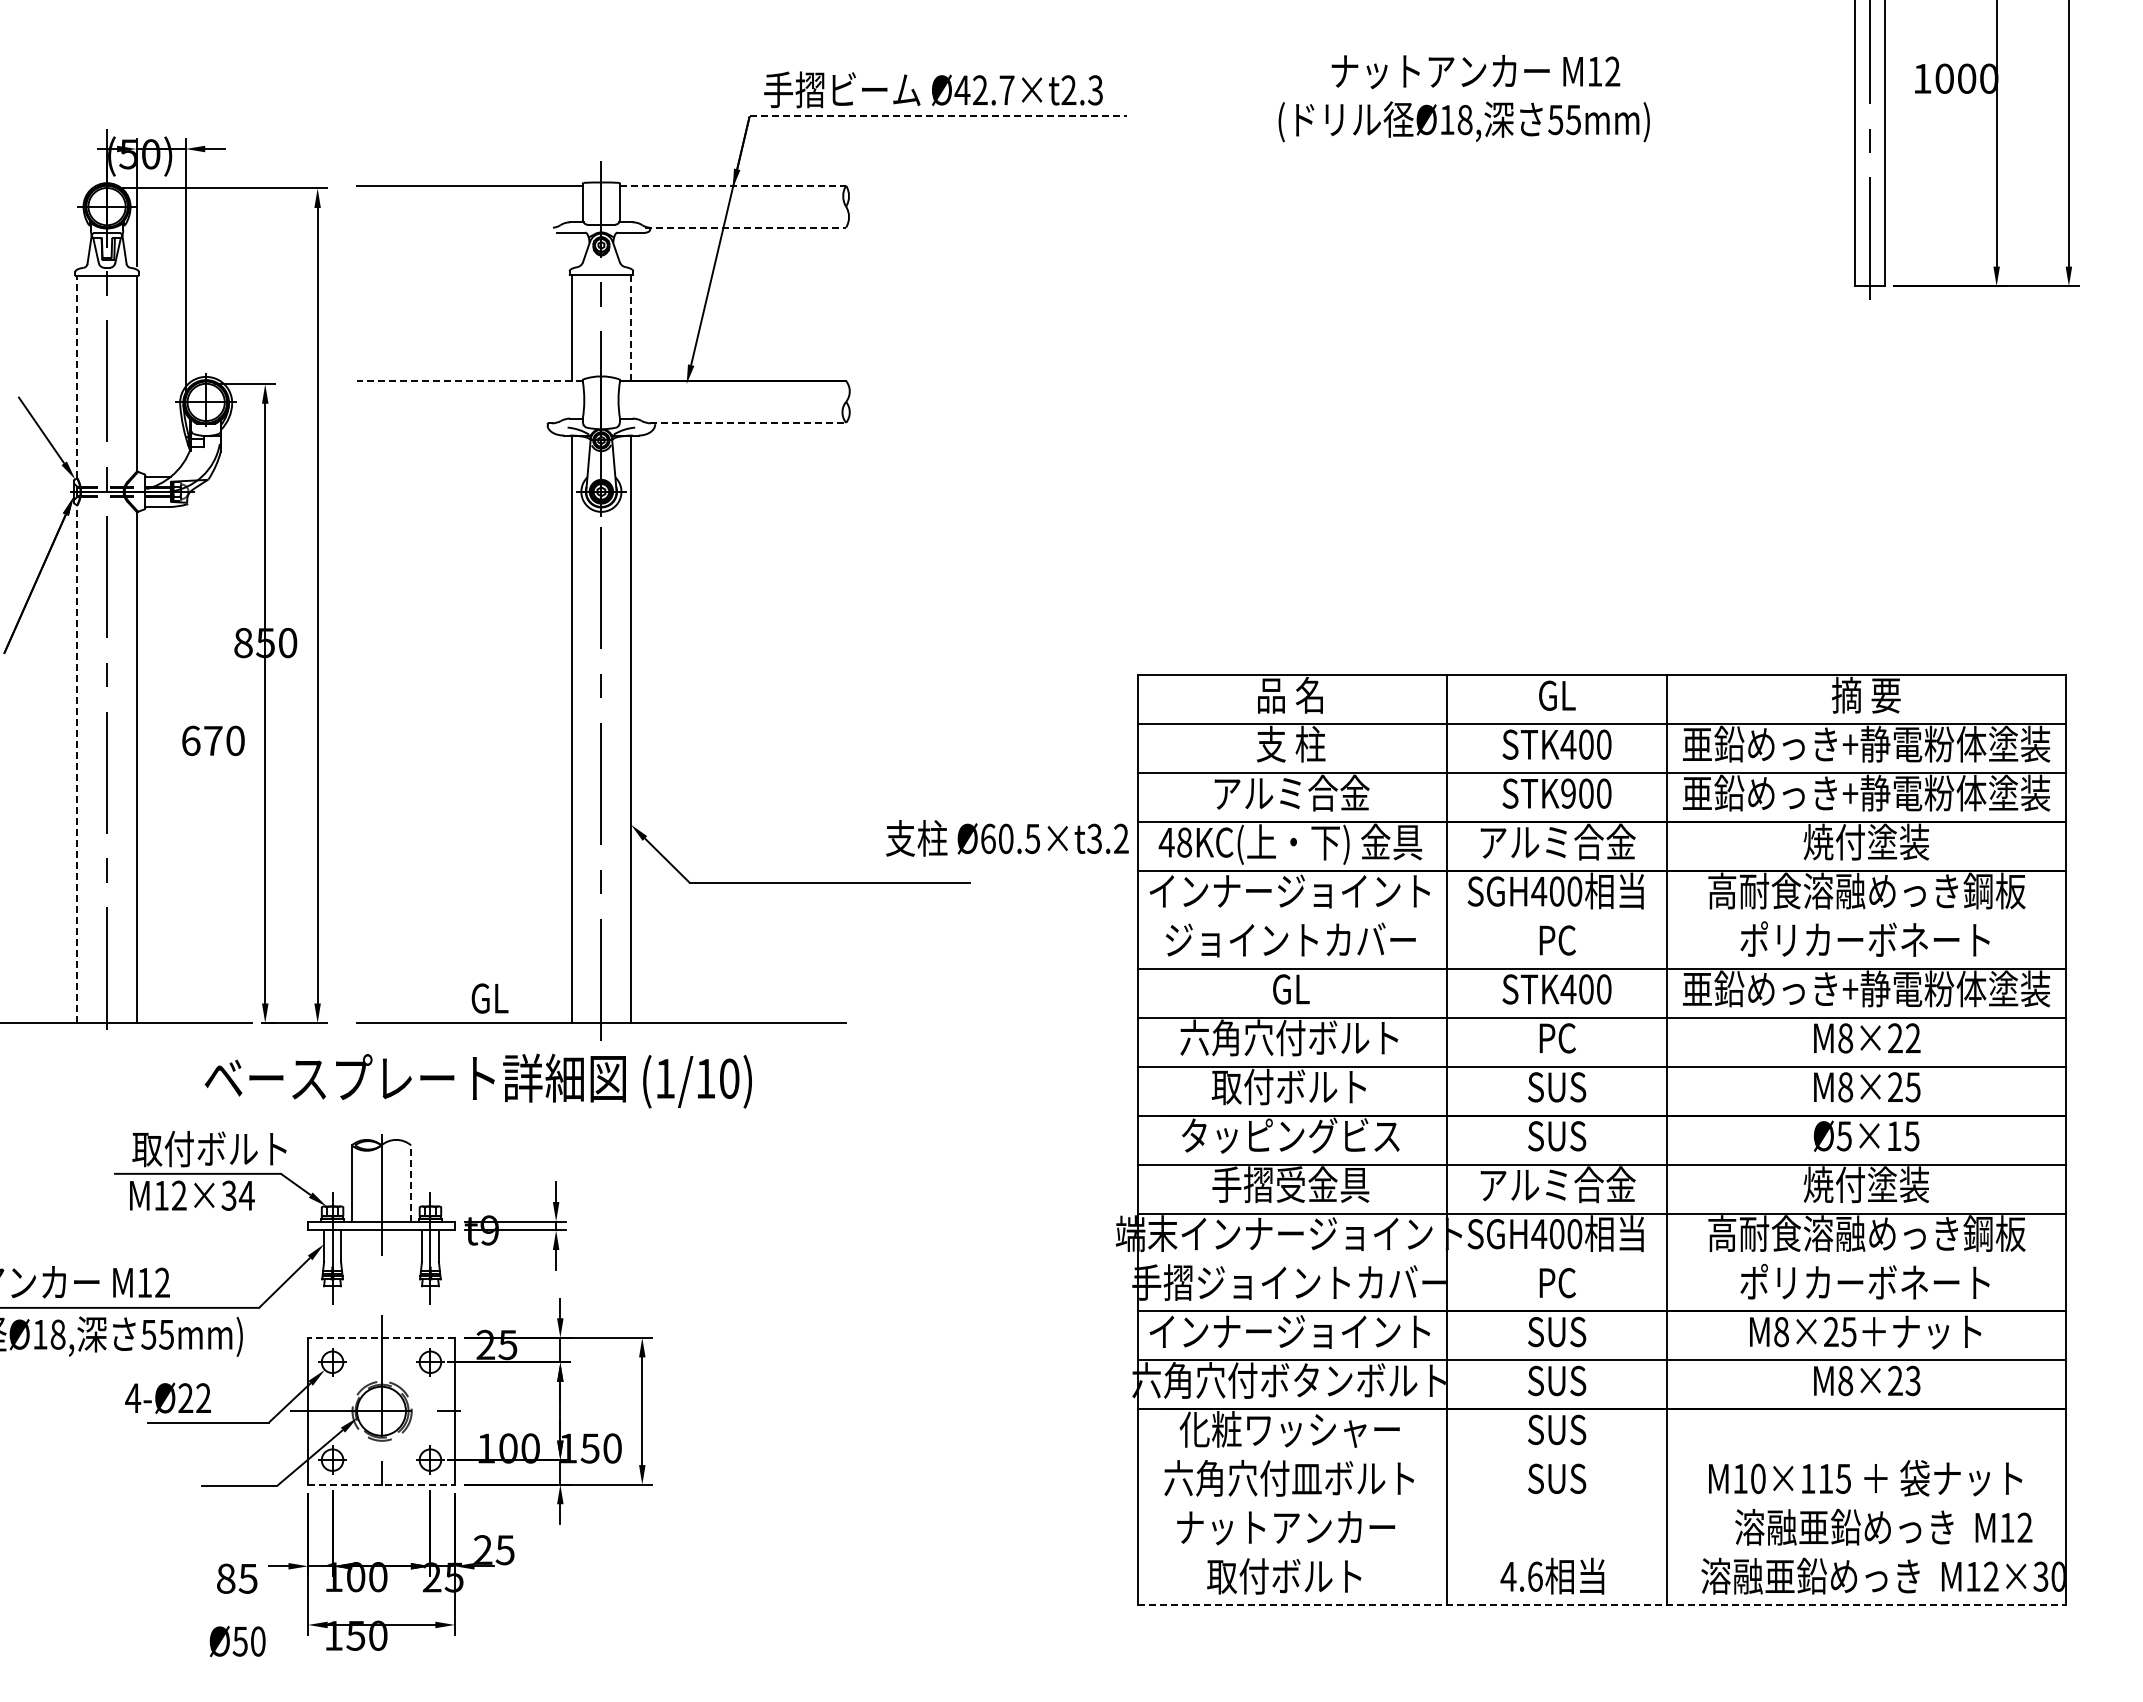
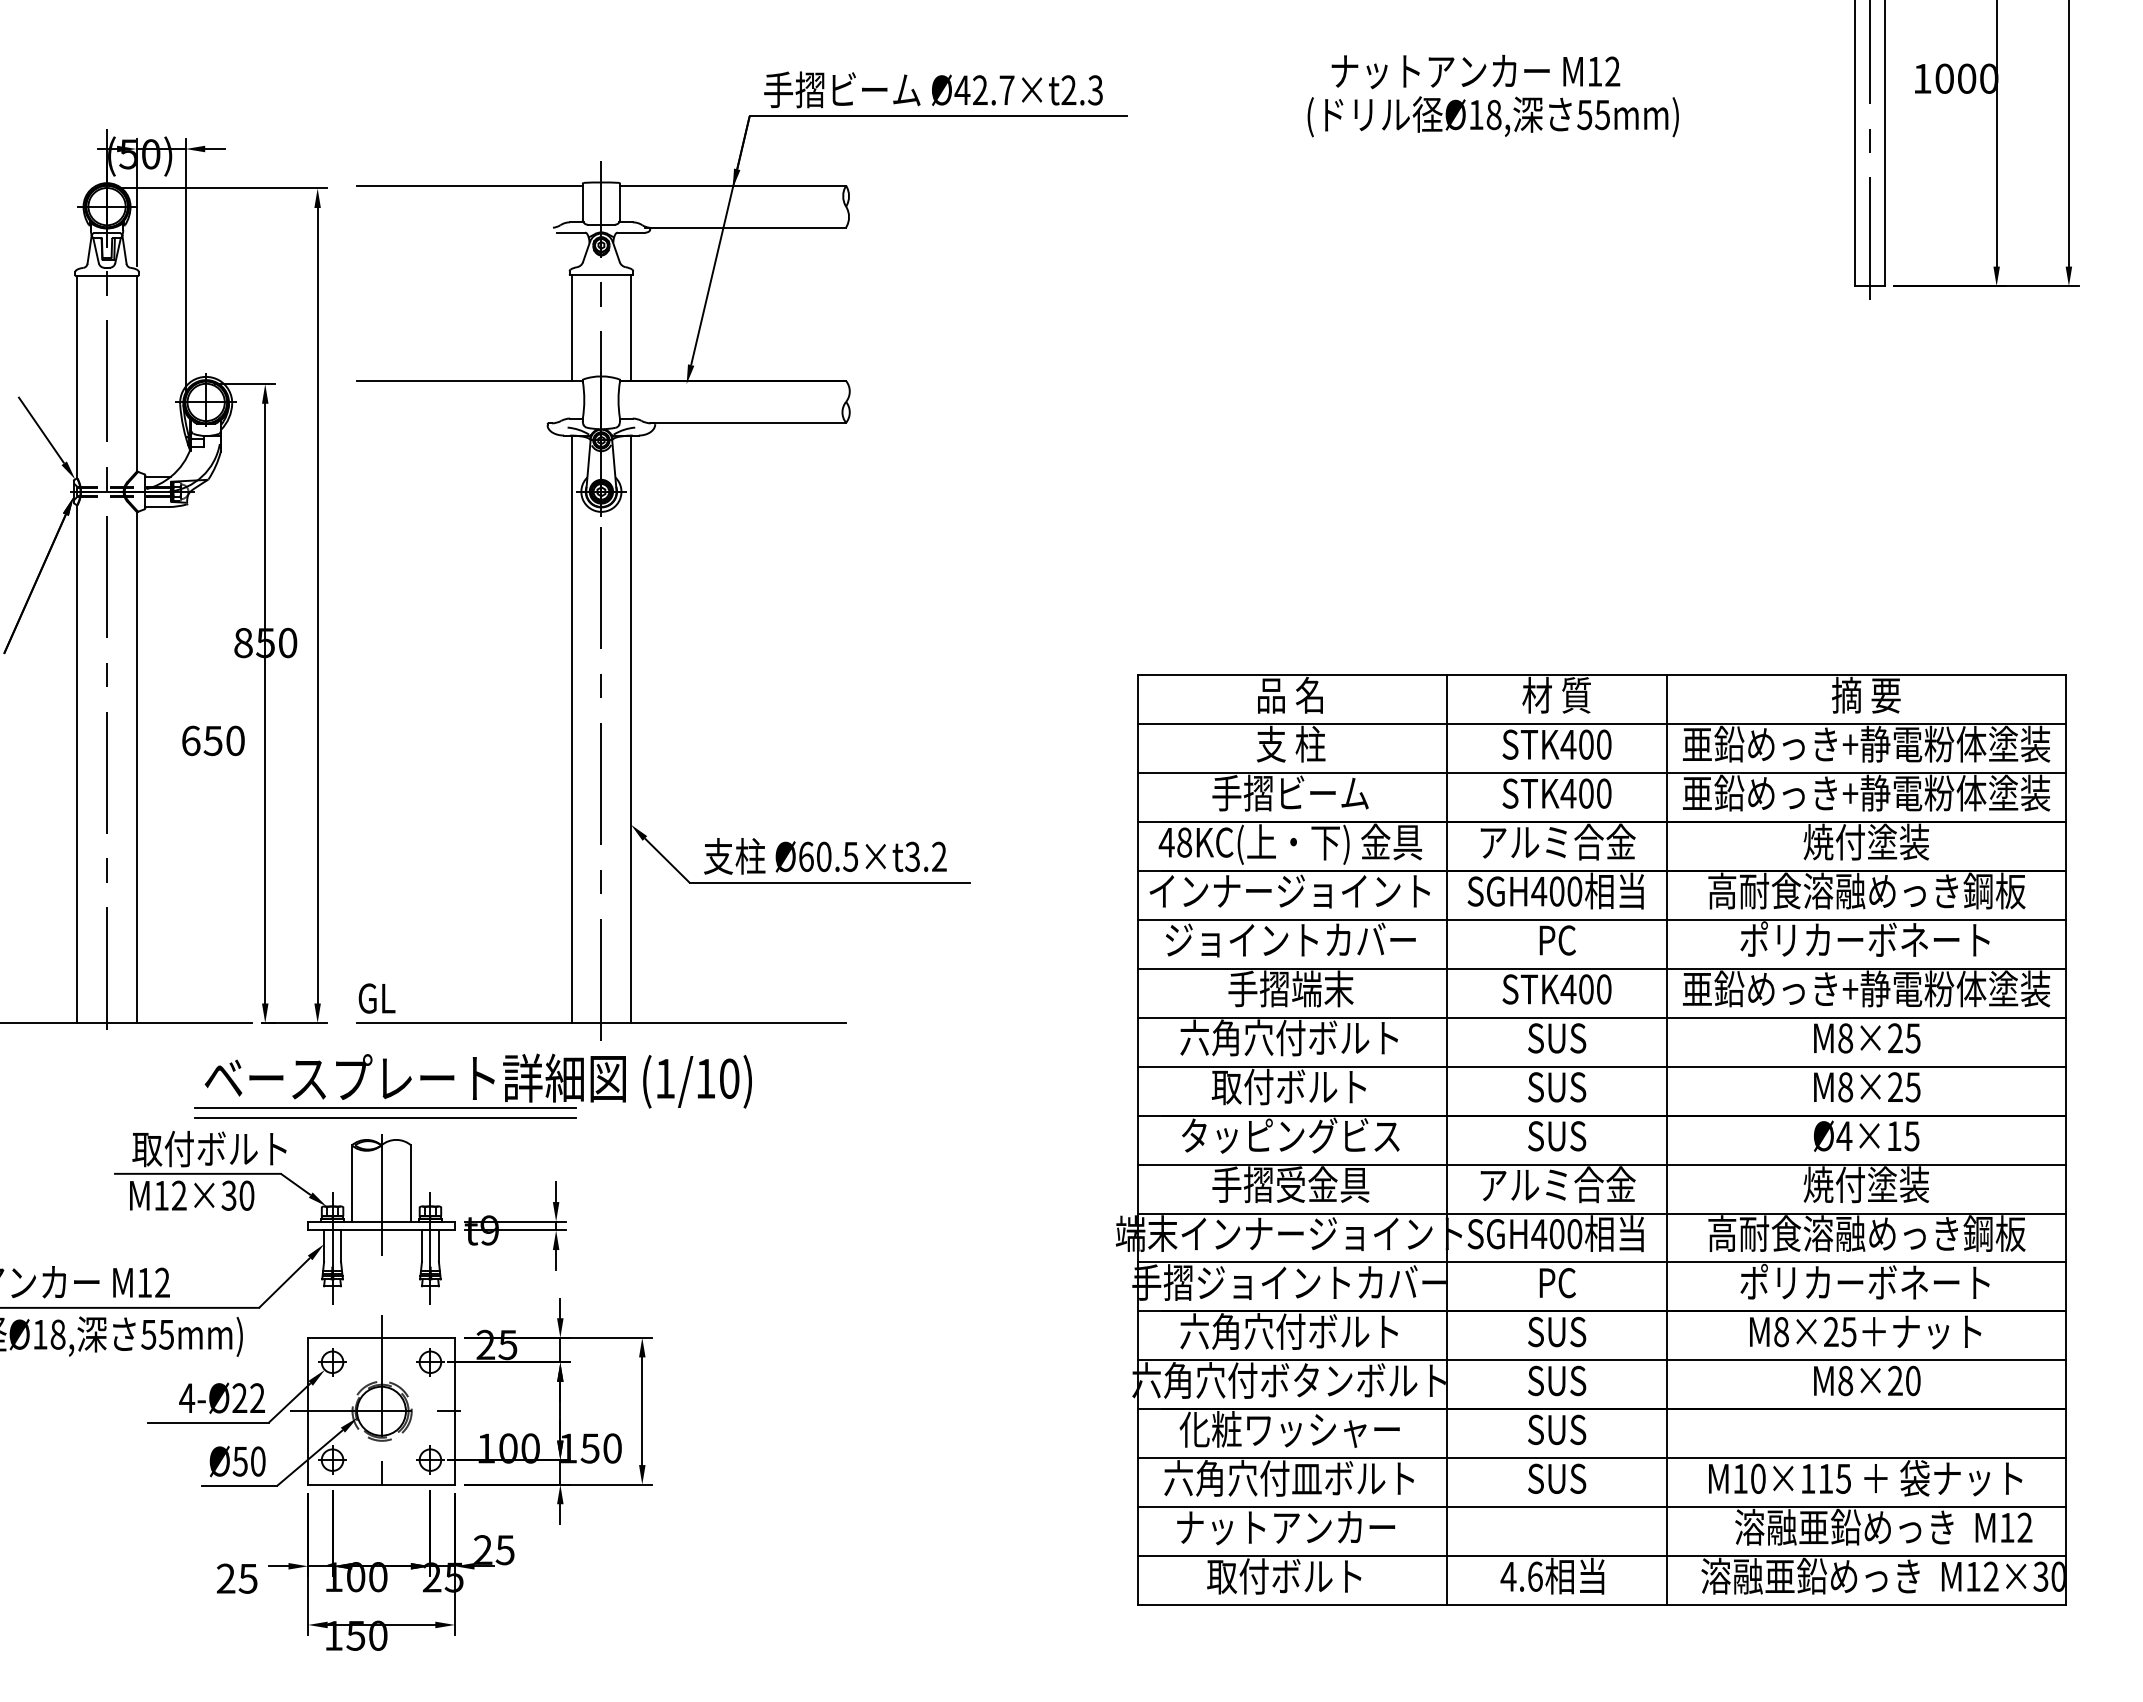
line at (938, 116): dashed -> solid
text at (1463, 121) position: (1463, 121) -> (1492, 116)
line at (733, 185): dashed -> solid
line at (746, 227): dashed -> solid
line at (631, 327): dashed -> solid
line at (77, 376): dashed -> solid
line at (469, 381): dashed -> solid
line at (748, 422): dashed -> solid
text at (1556, 694): GL -> 材 質
text at (212, 741): 670 -> 650
line at (77, 764): dashed -> solid
text at (1290, 792): アルミ合金 -> 手摺ビーム
text at (1568, 793): STK900 -> STK400
text at (1007, 838) position: (1007, 838) -> (825, 856)
line at (1601, 919): none -> present
text at (1290, 988): GL -> 手摺端末
text at (489, 998) position: (489, 998) -> (376, 998)
text at (1557, 1038): PC -> SUS
text at (1912, 1038): M8×22 -> M8×25
line at (385, 1108): none -> present
line at (385, 1117): none -> present
text at (1844, 1136): Ø5×15 -> Ø4×15
line at (411, 1183): dashed -> solid
text at (246, 1195): M12×34 -> M12×30
line at (1601, 1262): none -> present
text at (1289, 1331): インナージョイント -> 六角穴付ボルト
line at (381, 1337): dashed -> solid
text at (1912, 1381): M8×23 -> M8×20
text at (167, 1397) position: (167, 1397) -> (221, 1397)
line at (1601, 1458): none -> present
line at (382, 1484): dashed -> solid
line at (1601, 1507): none -> present
line at (1601, 1556): none -> present
text at (225, 1578): 85 -> 25
line at (1602, 1605): dashed -> solid
text at (237, 1641) position: (237, 1641) -> (237, 1461)
